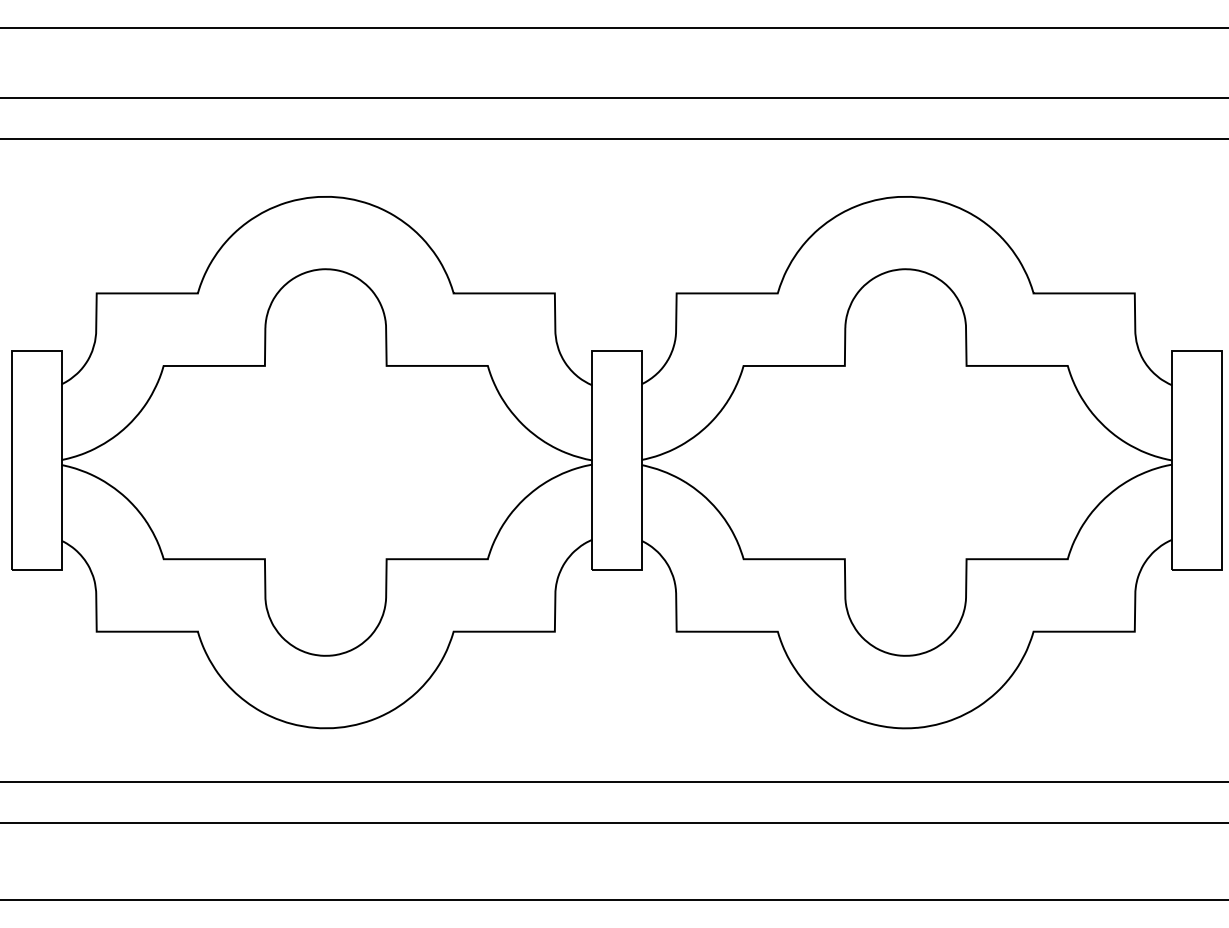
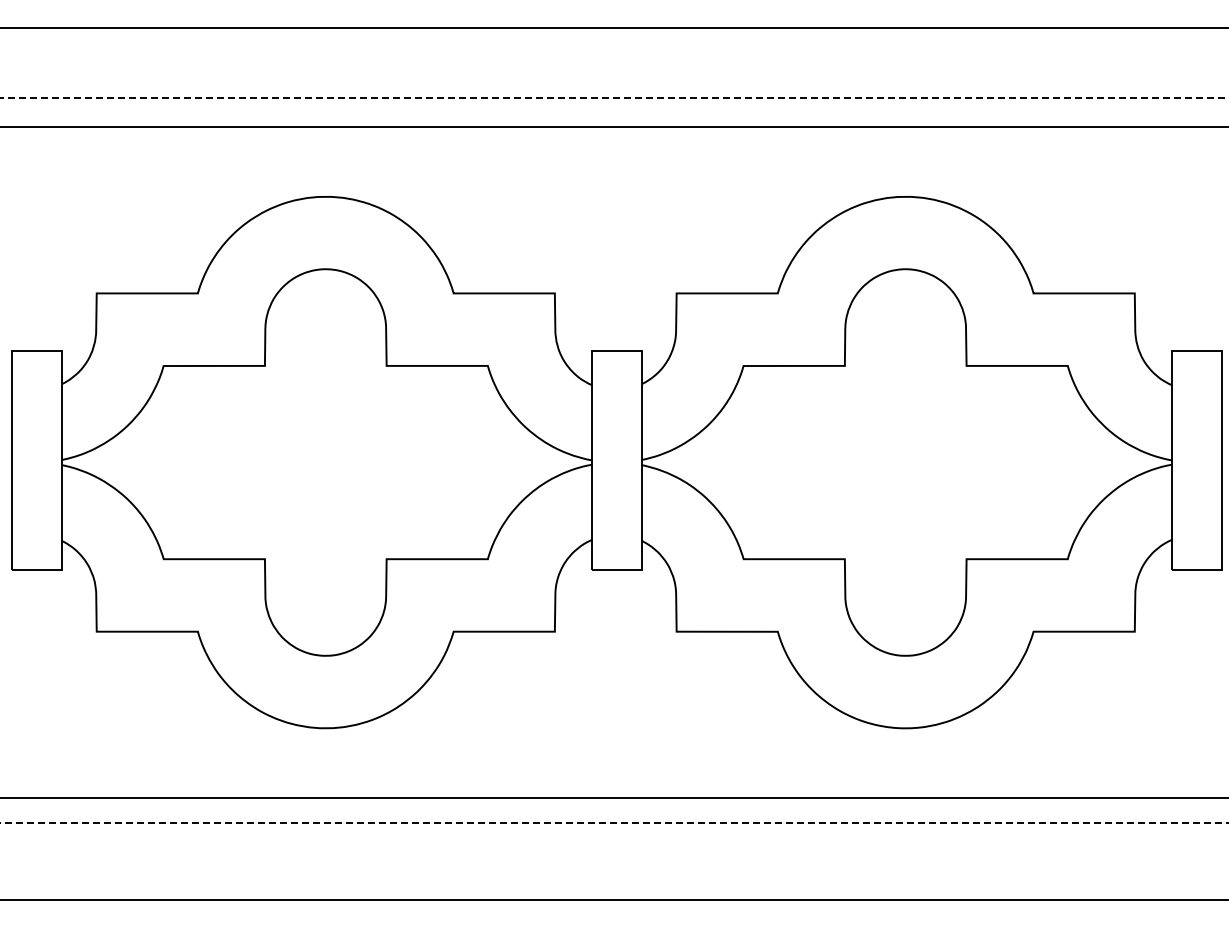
line at (614, 98): solid -> dashed
line at (613, 139) position: (613, 139) -> (613, 127)
line at (613, 781) position: (613, 781) -> (613, 797)
line at (614, 823): solid -> dashed
